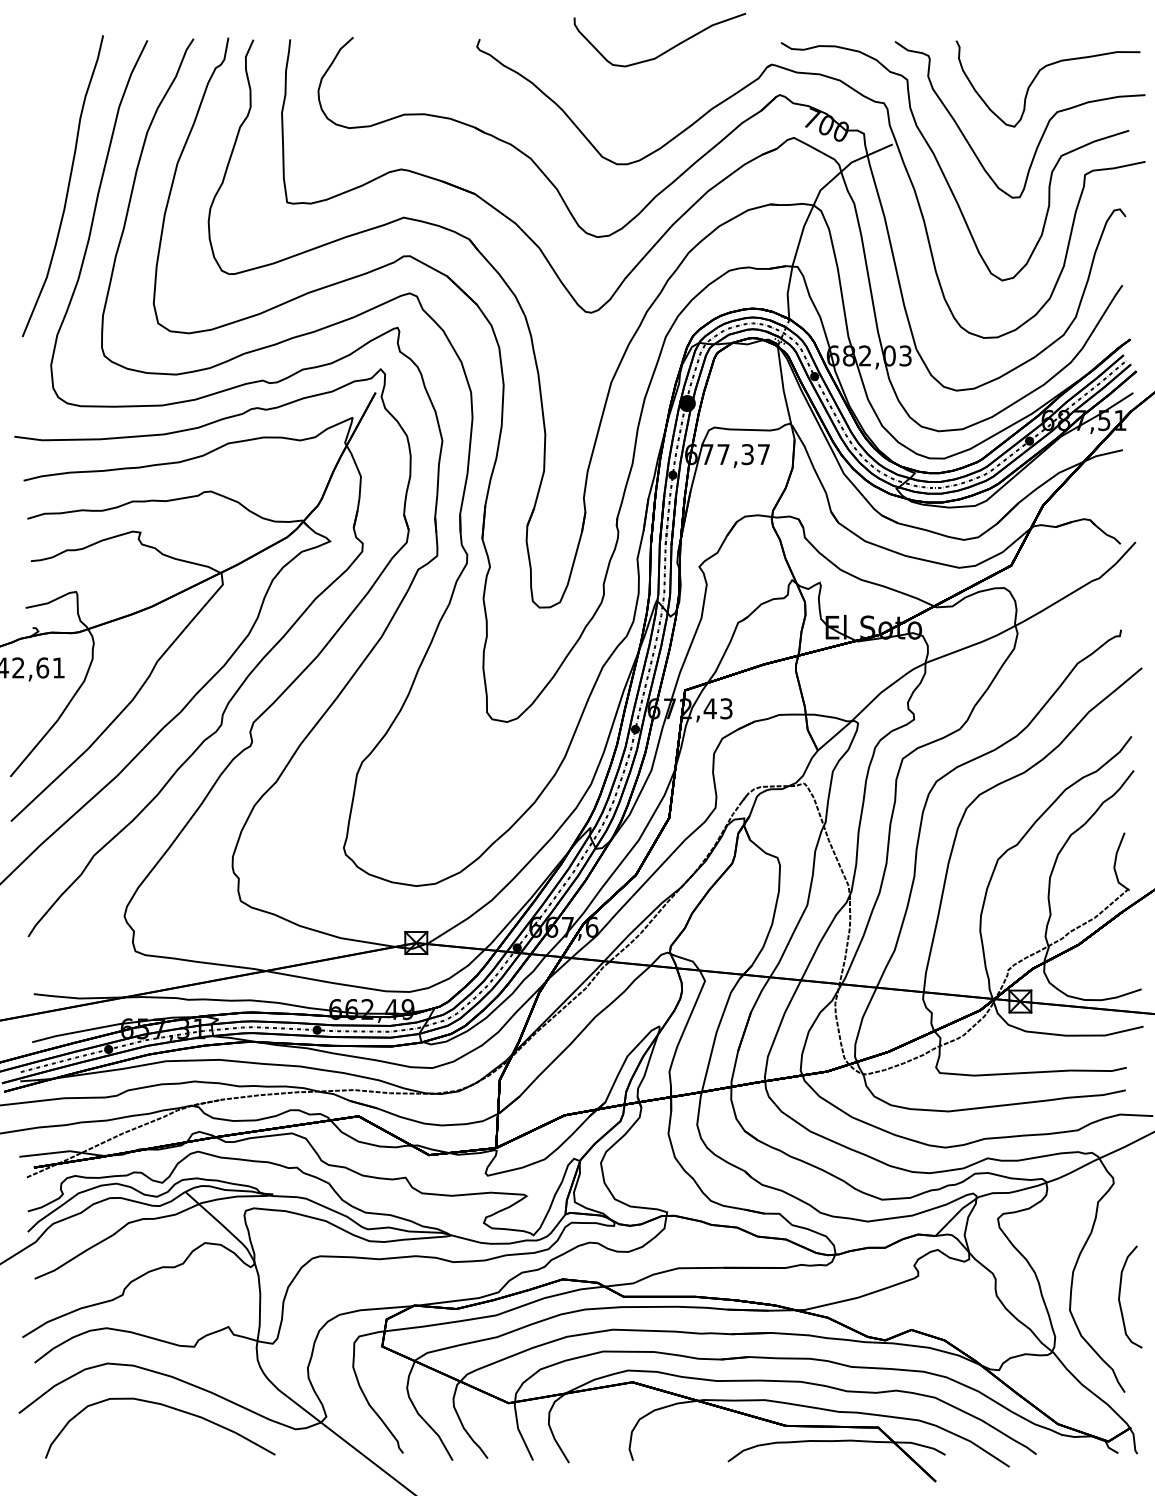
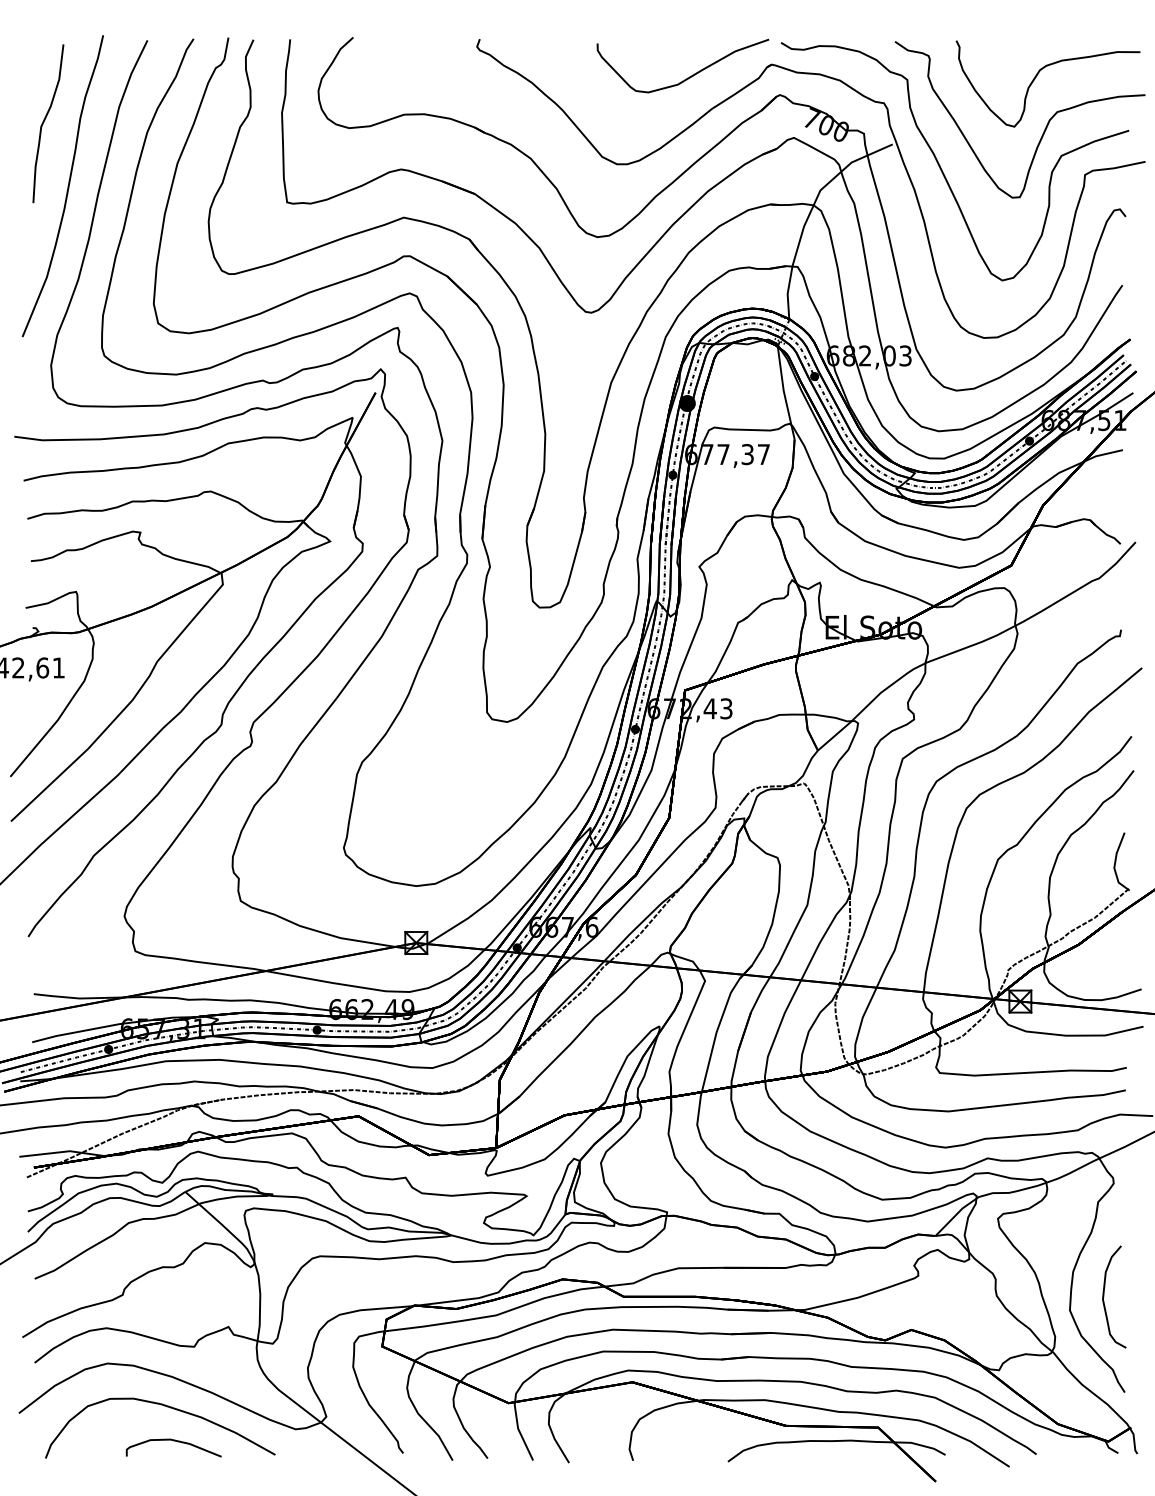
curve at (664, 51) position: (664, 51) -> (687, 77)
curve at (44, 122): none -> present
curve at (1120, 1296) position: (1120, 1296) -> (1104, 1296)
curve at (173, 1441): none -> present
